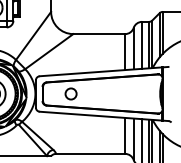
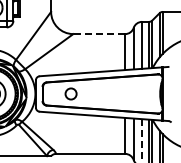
line at (99, 34): solid -> dashed
line at (142, 141): solid -> dashed
